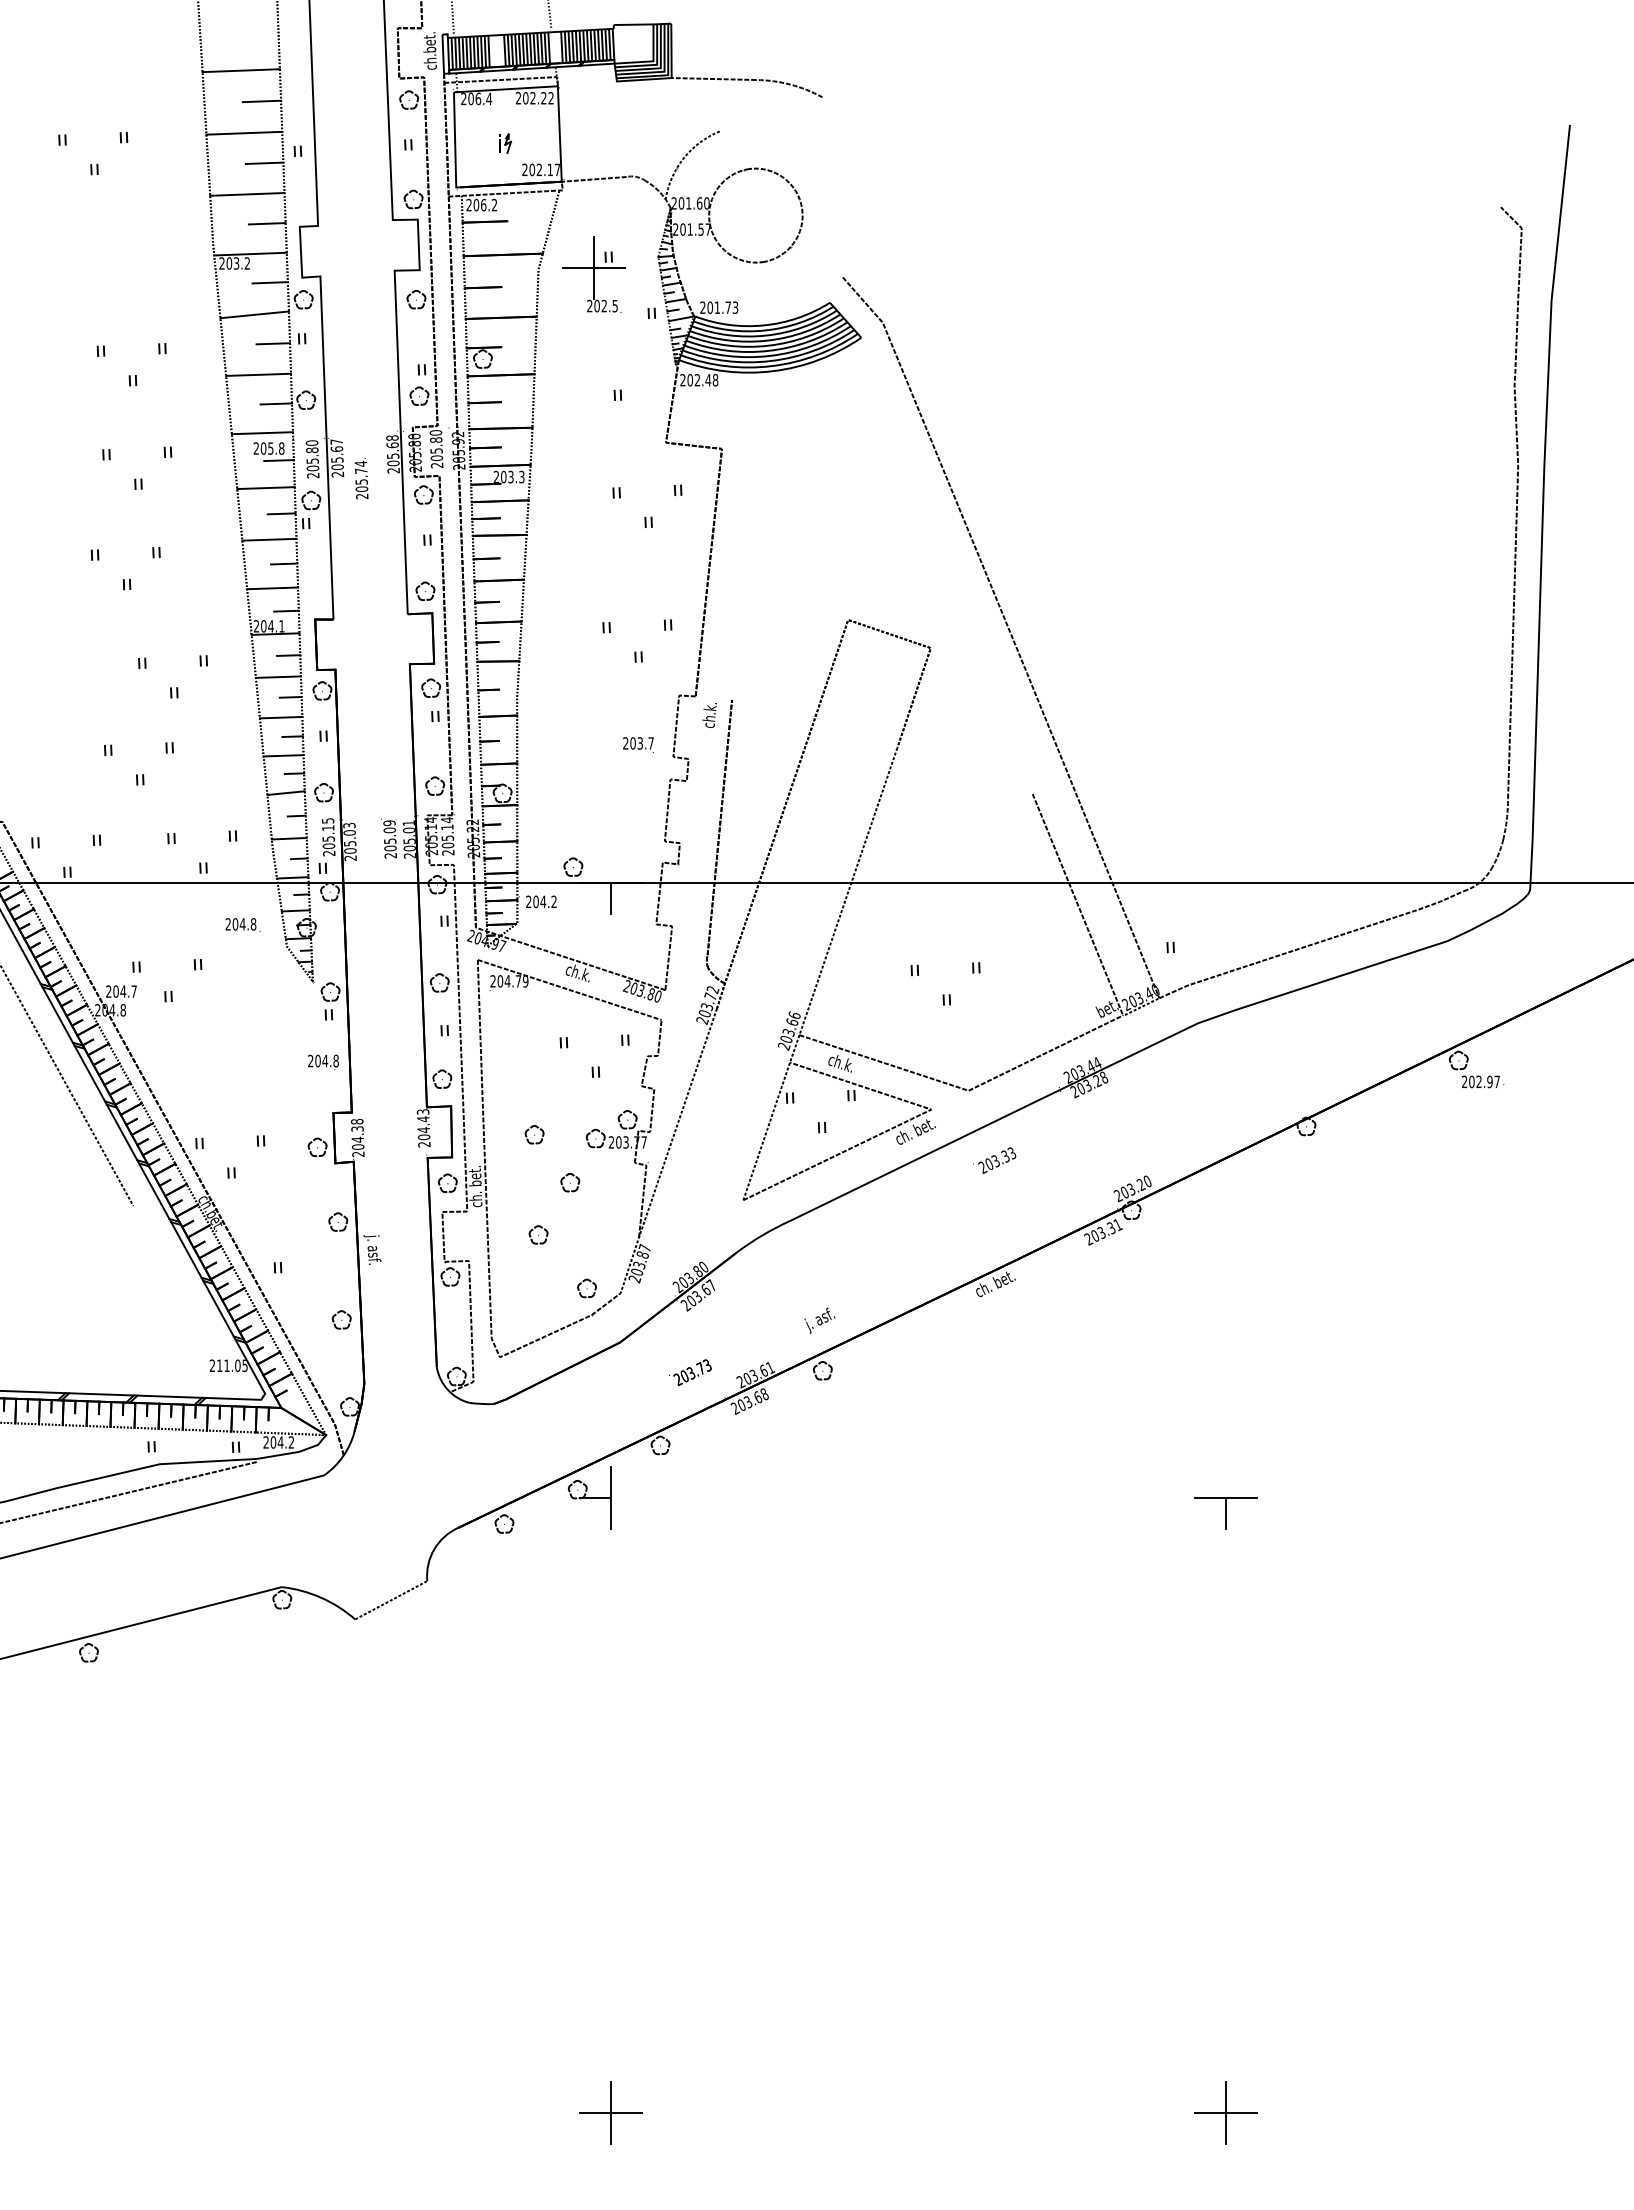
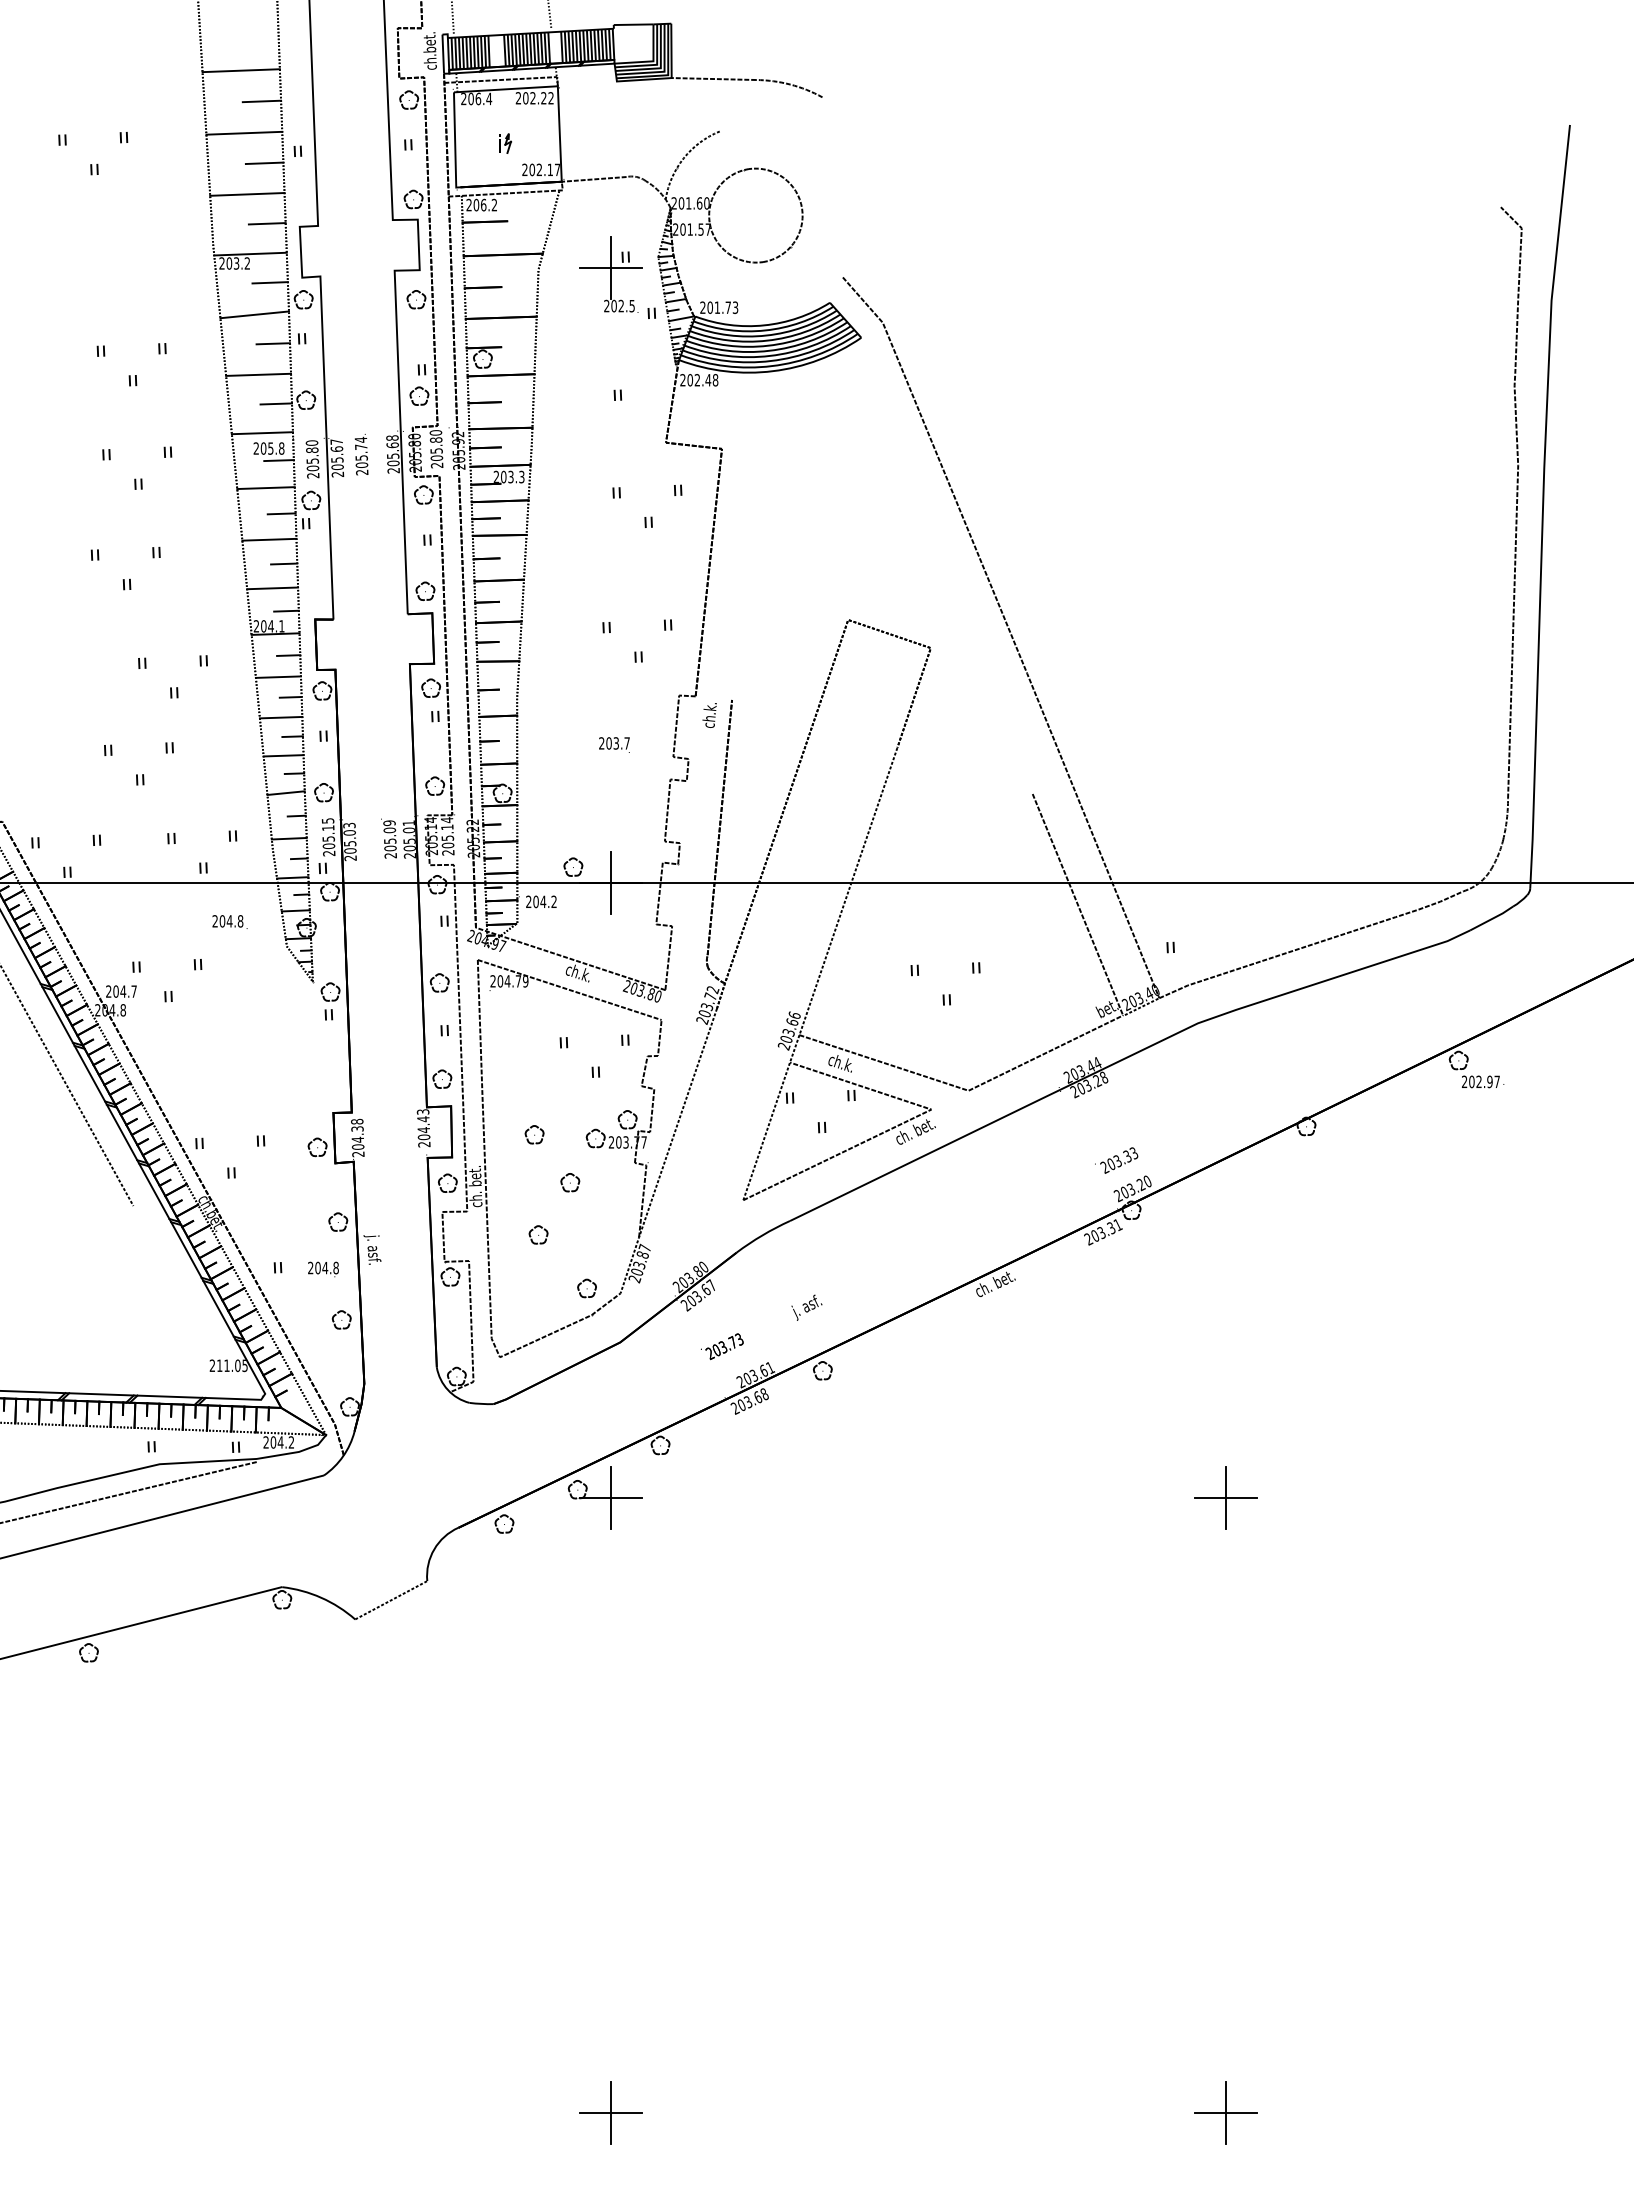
part at (593, 274) position: (593, 274) -> (610, 274)
text at (361, 478) position: (361, 478) -> (361, 454)
text at (638, 744) position: (638, 744) -> (614, 744)
line at (610, 867): none -> present
text at (242, 924) position: (242, 924) -> (229, 921)
text at (323, 1062) position: (323, 1062) -> (323, 1269)
text at (994, 1160) position: (994, 1160) -> (1116, 1160)
text at (819, 1320) position: (819, 1320) -> (806, 1307)
text at (690, 1372) position: (690, 1372) -> (722, 1346)
line at (1225, 1482): none -> present
line at (625, 1497): none -> present
